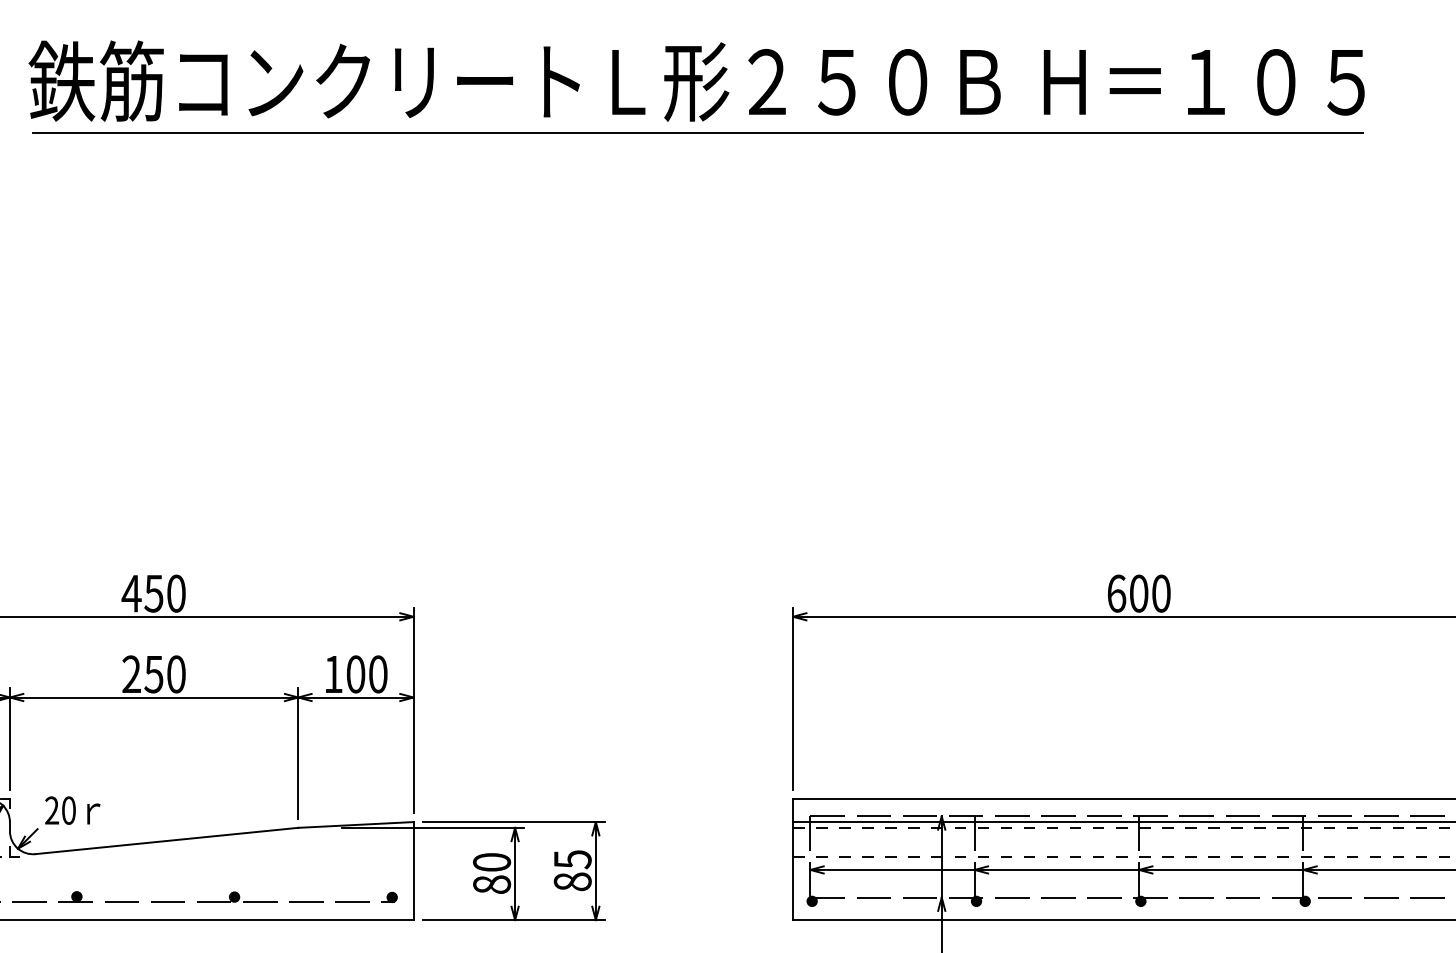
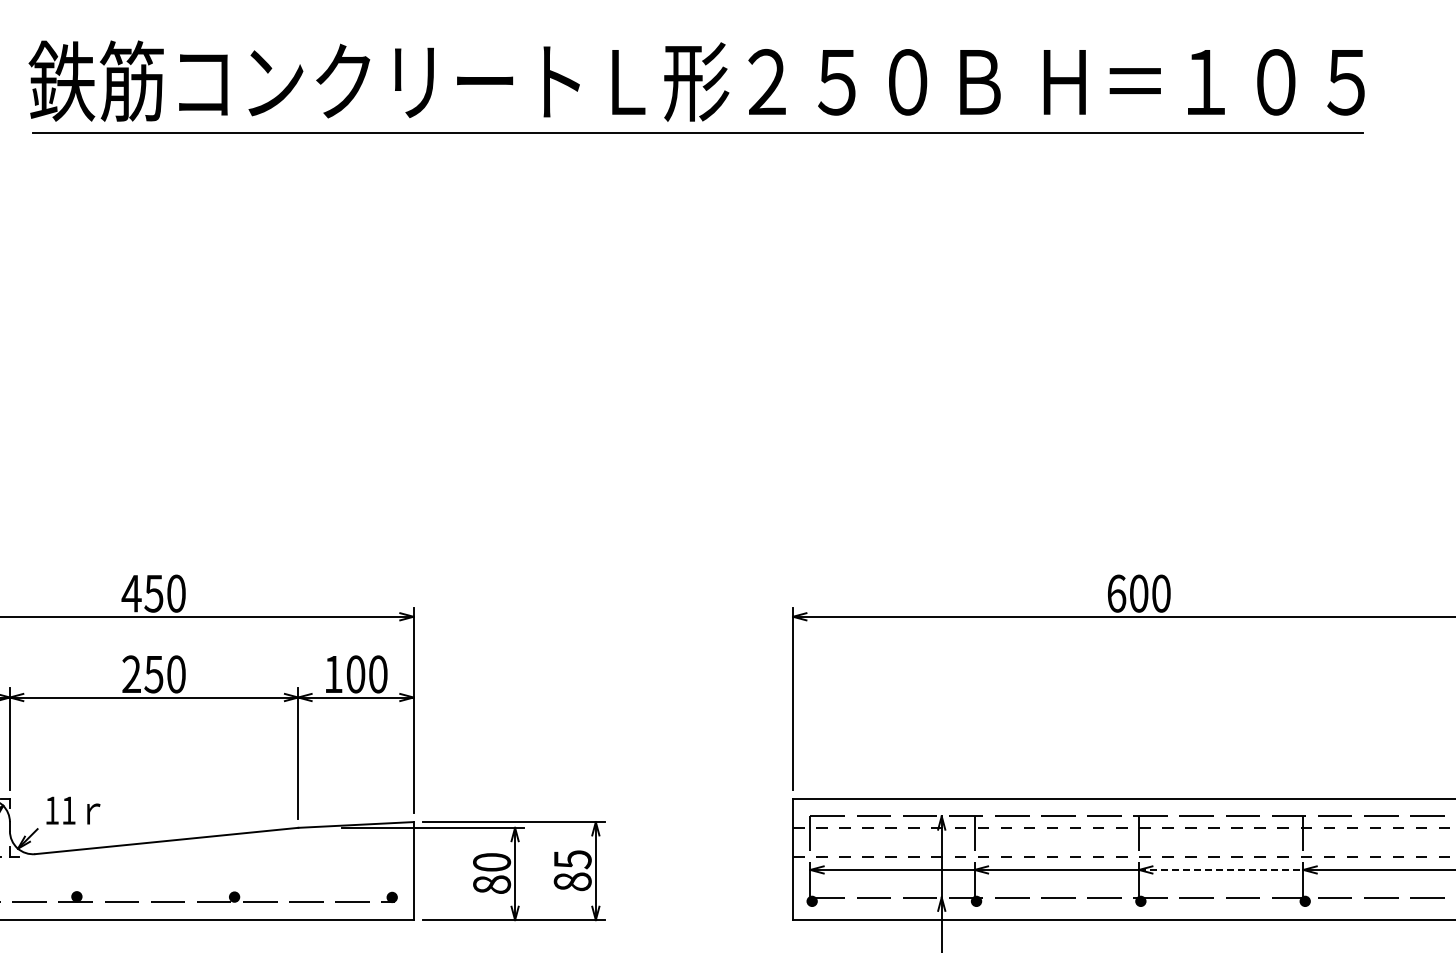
text at (60, 810): 20 -> 11
line at (1122, 822): present -> none
line at (1221, 869): solid -> dashed
